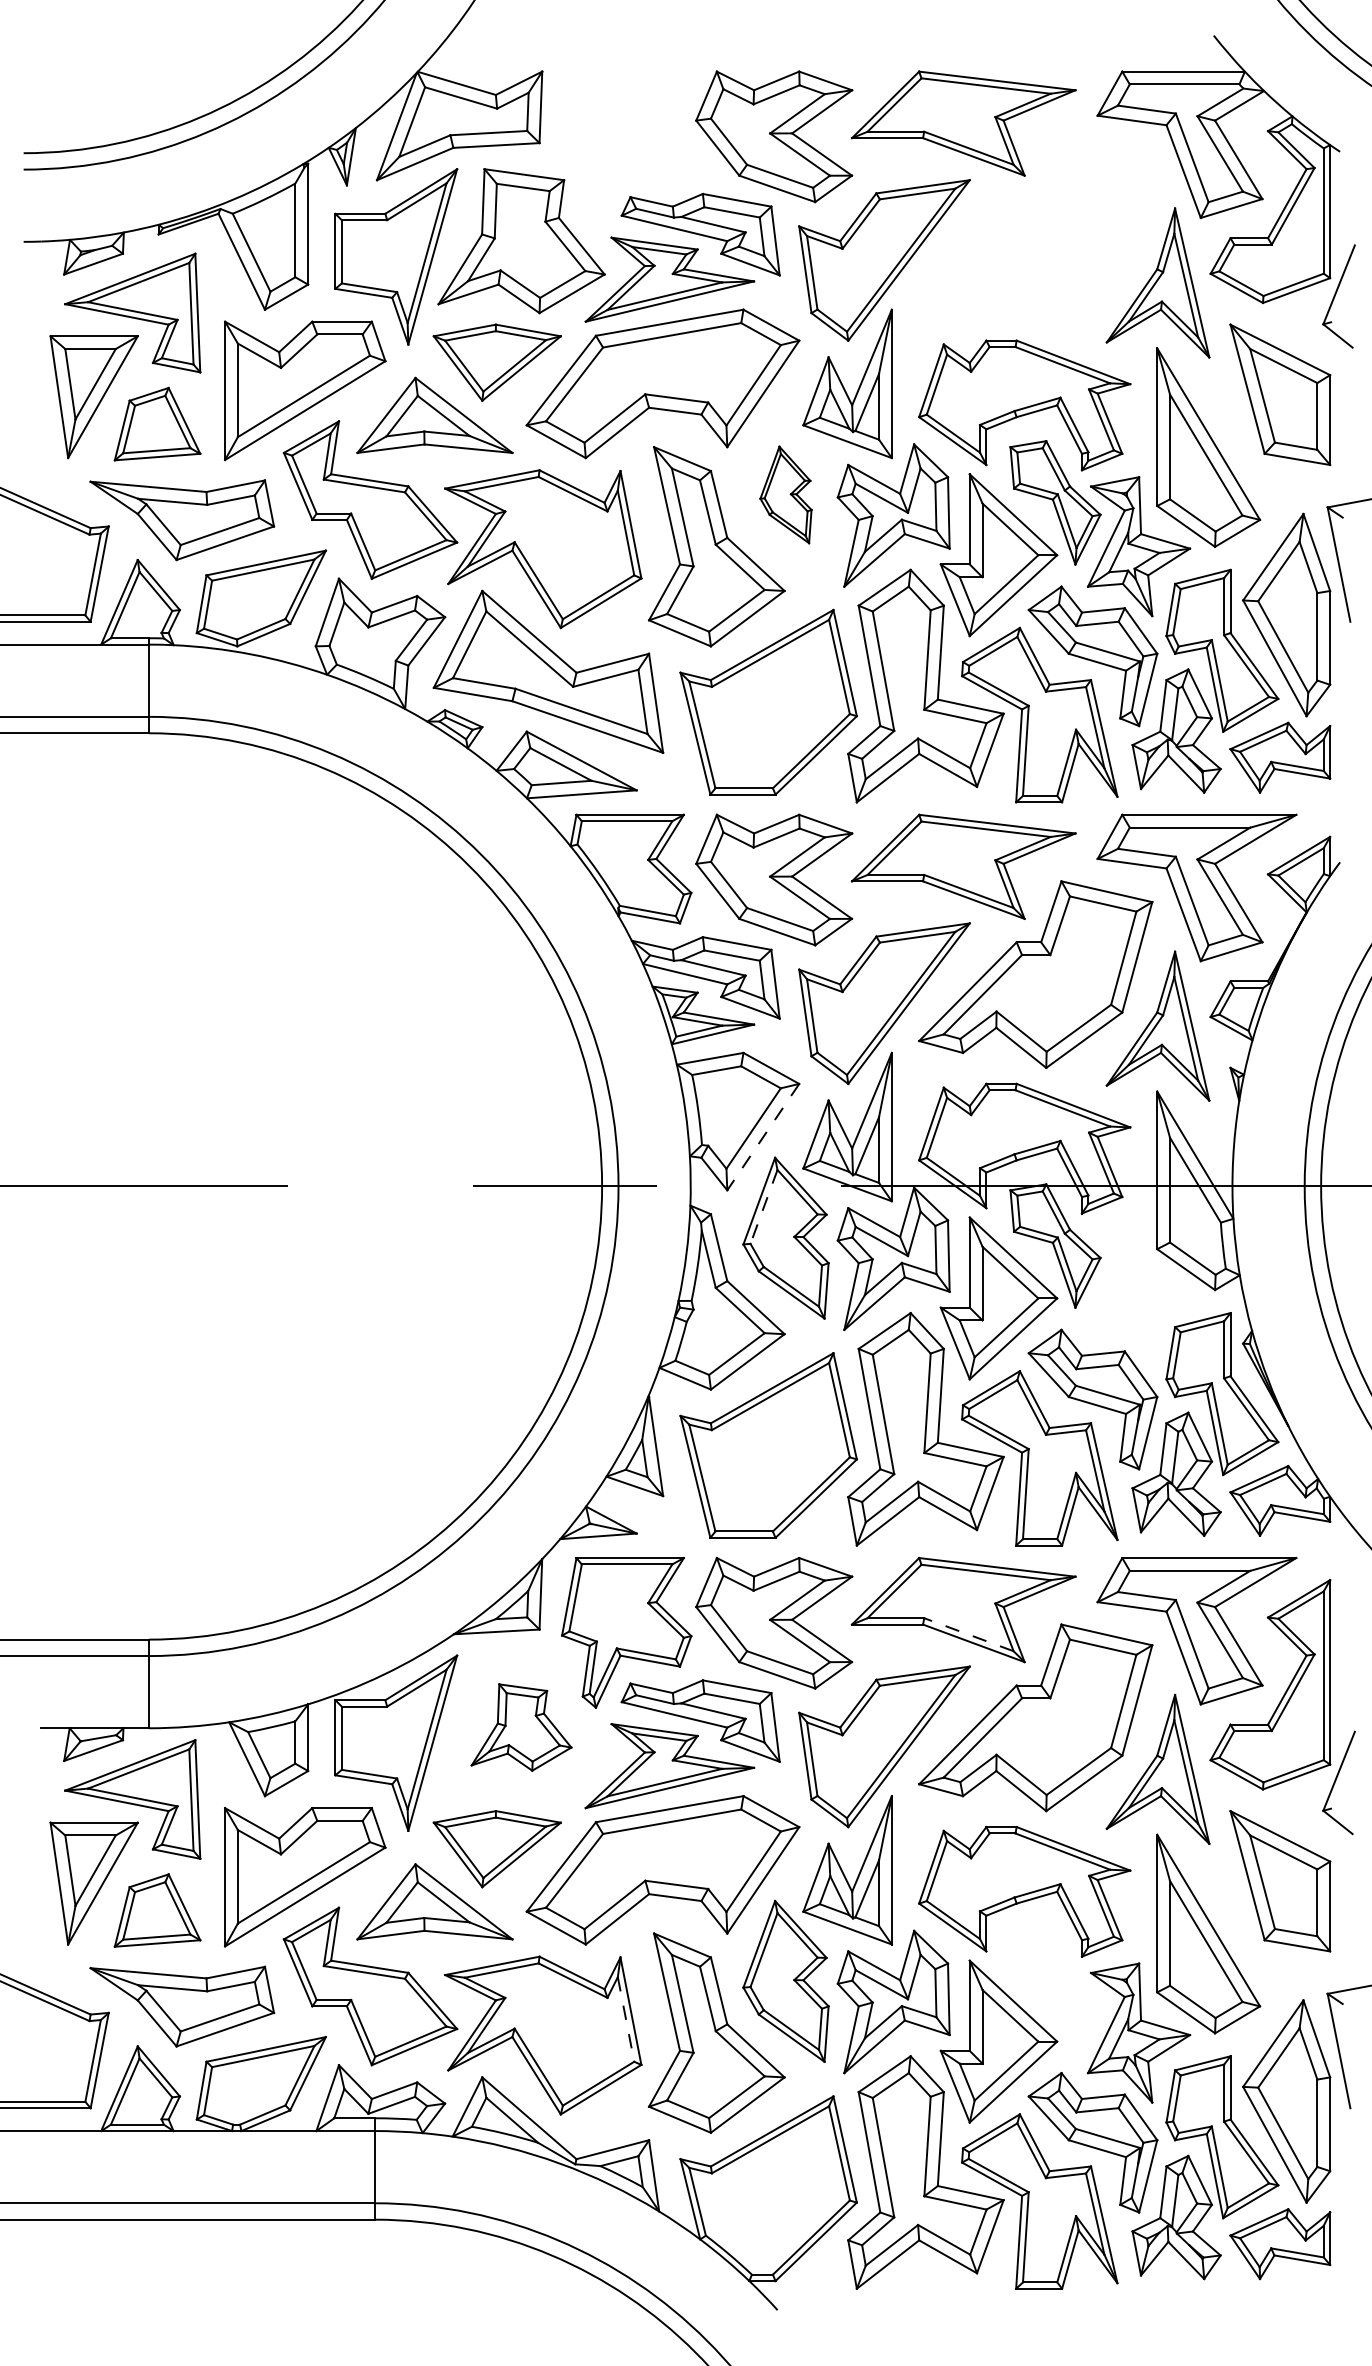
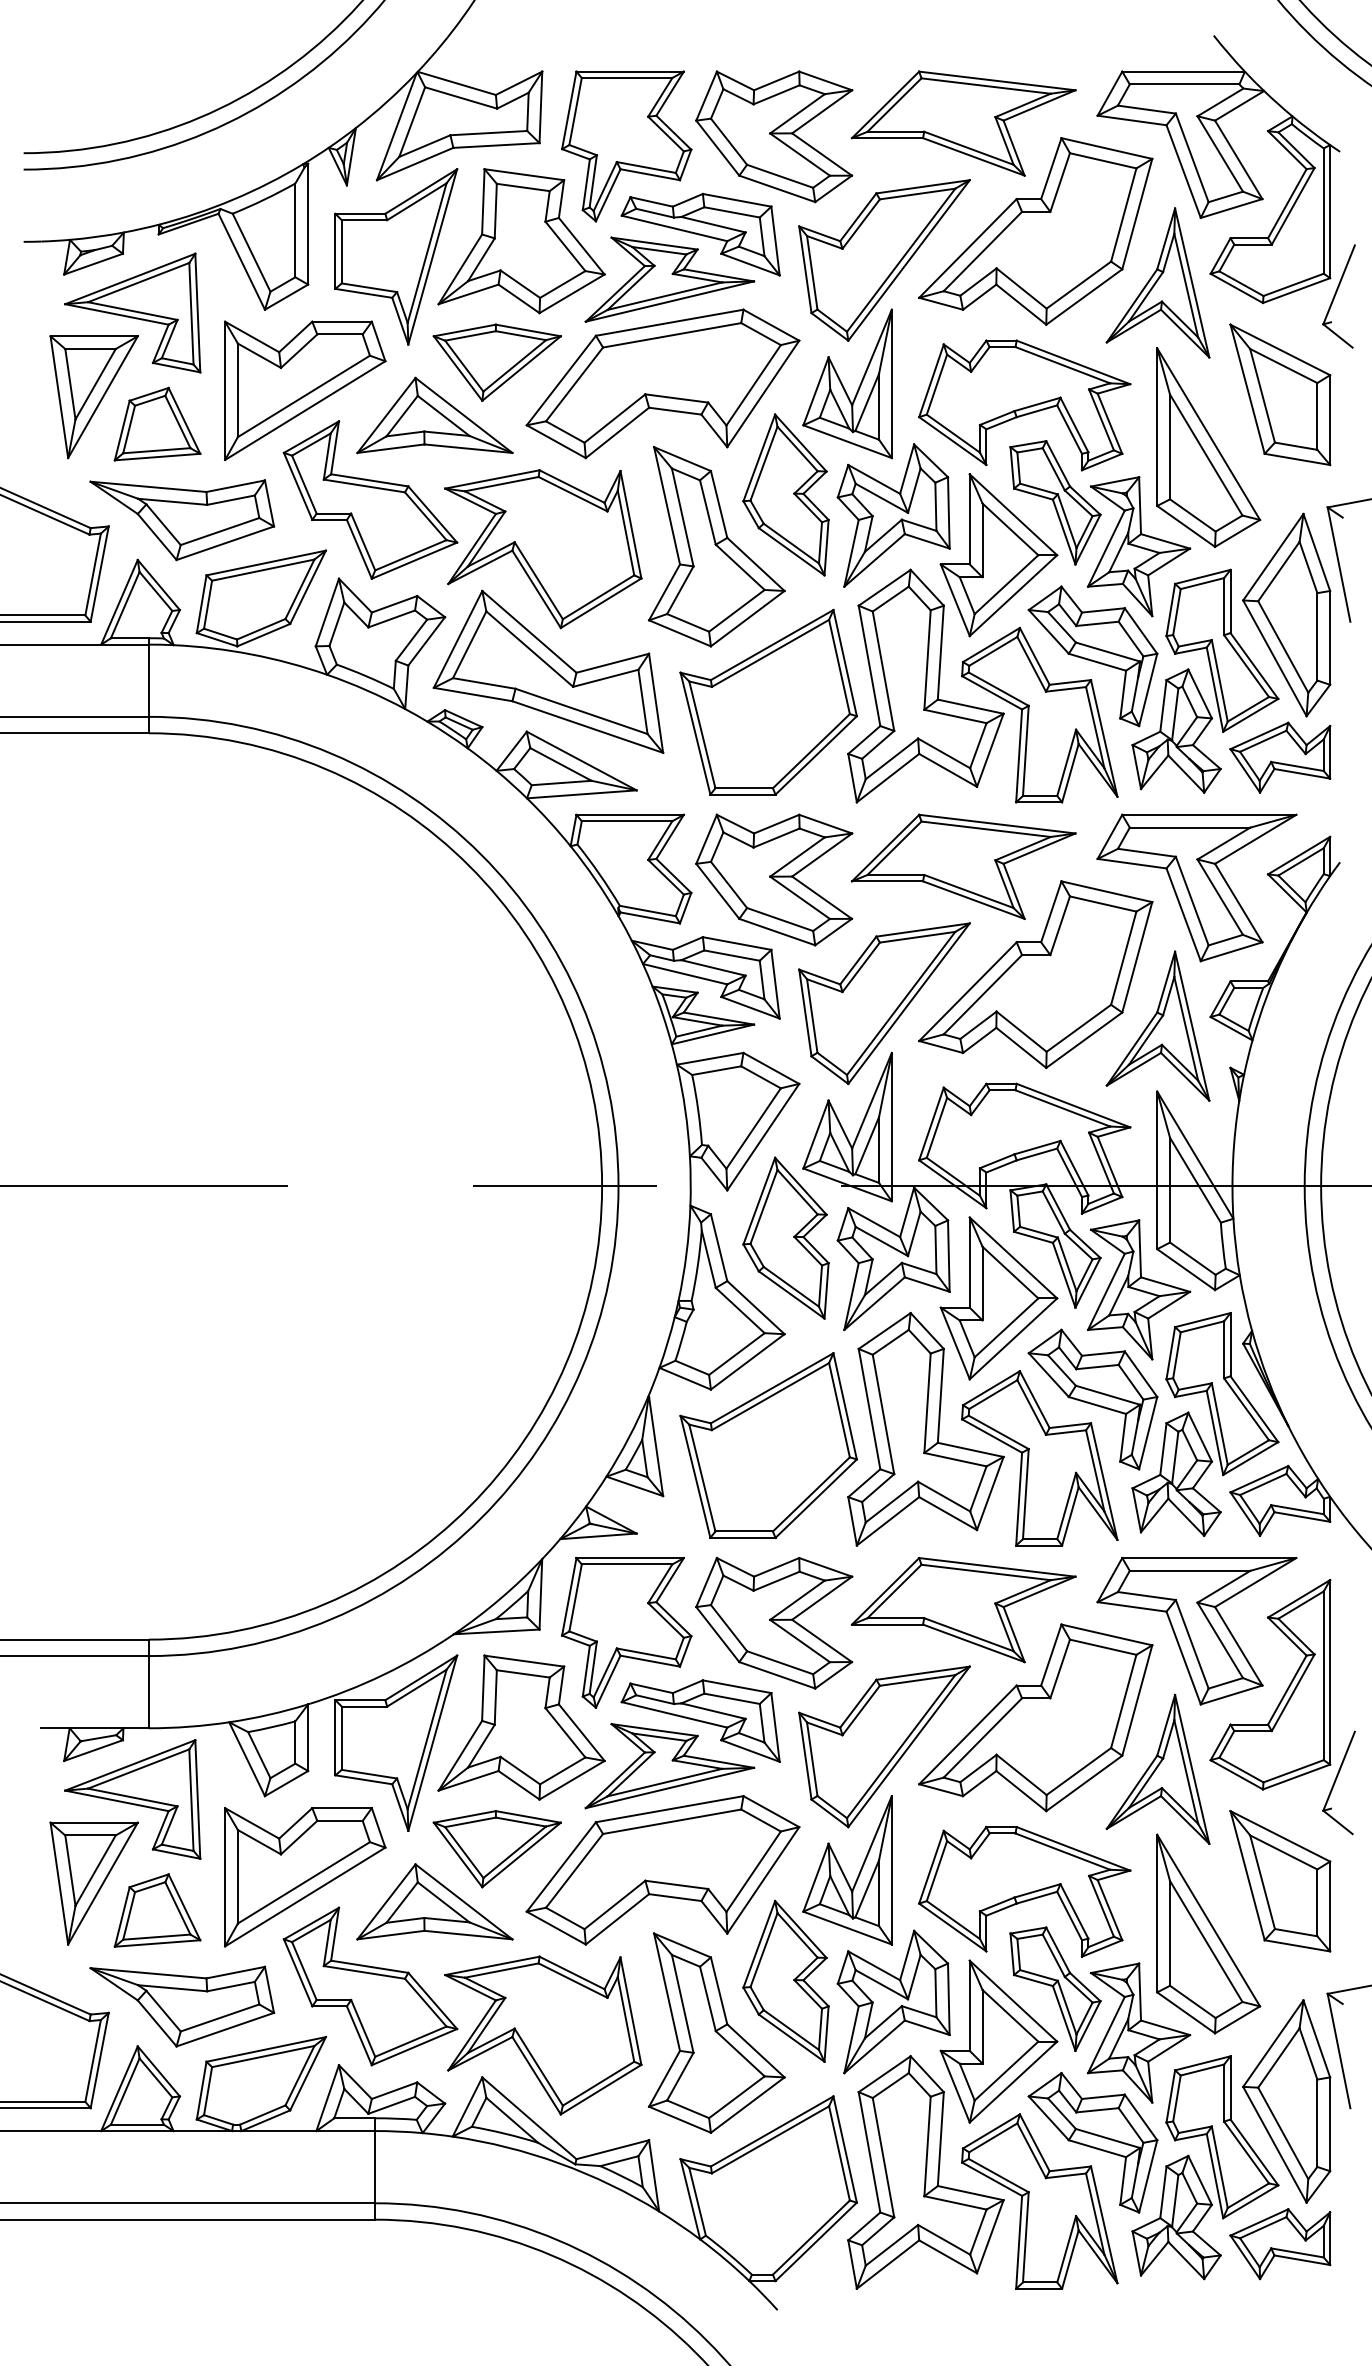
part at (626, 146): none -> present
part at (1035, 231): none -> present
part at (785, 494) size: 54x100 px -> 88x164 px
line at (762, 1137): dashed -> solid
line at (763, 1207): dashed -> solid
part at (1139, 1289): none -> present
line at (968, 1634): dashed -> solid
part at (521, 1727) size: 103x89 px -> 169x147 px
part at (1055, 1988): none -> present
line at (626, 2019): dashed -> solid
